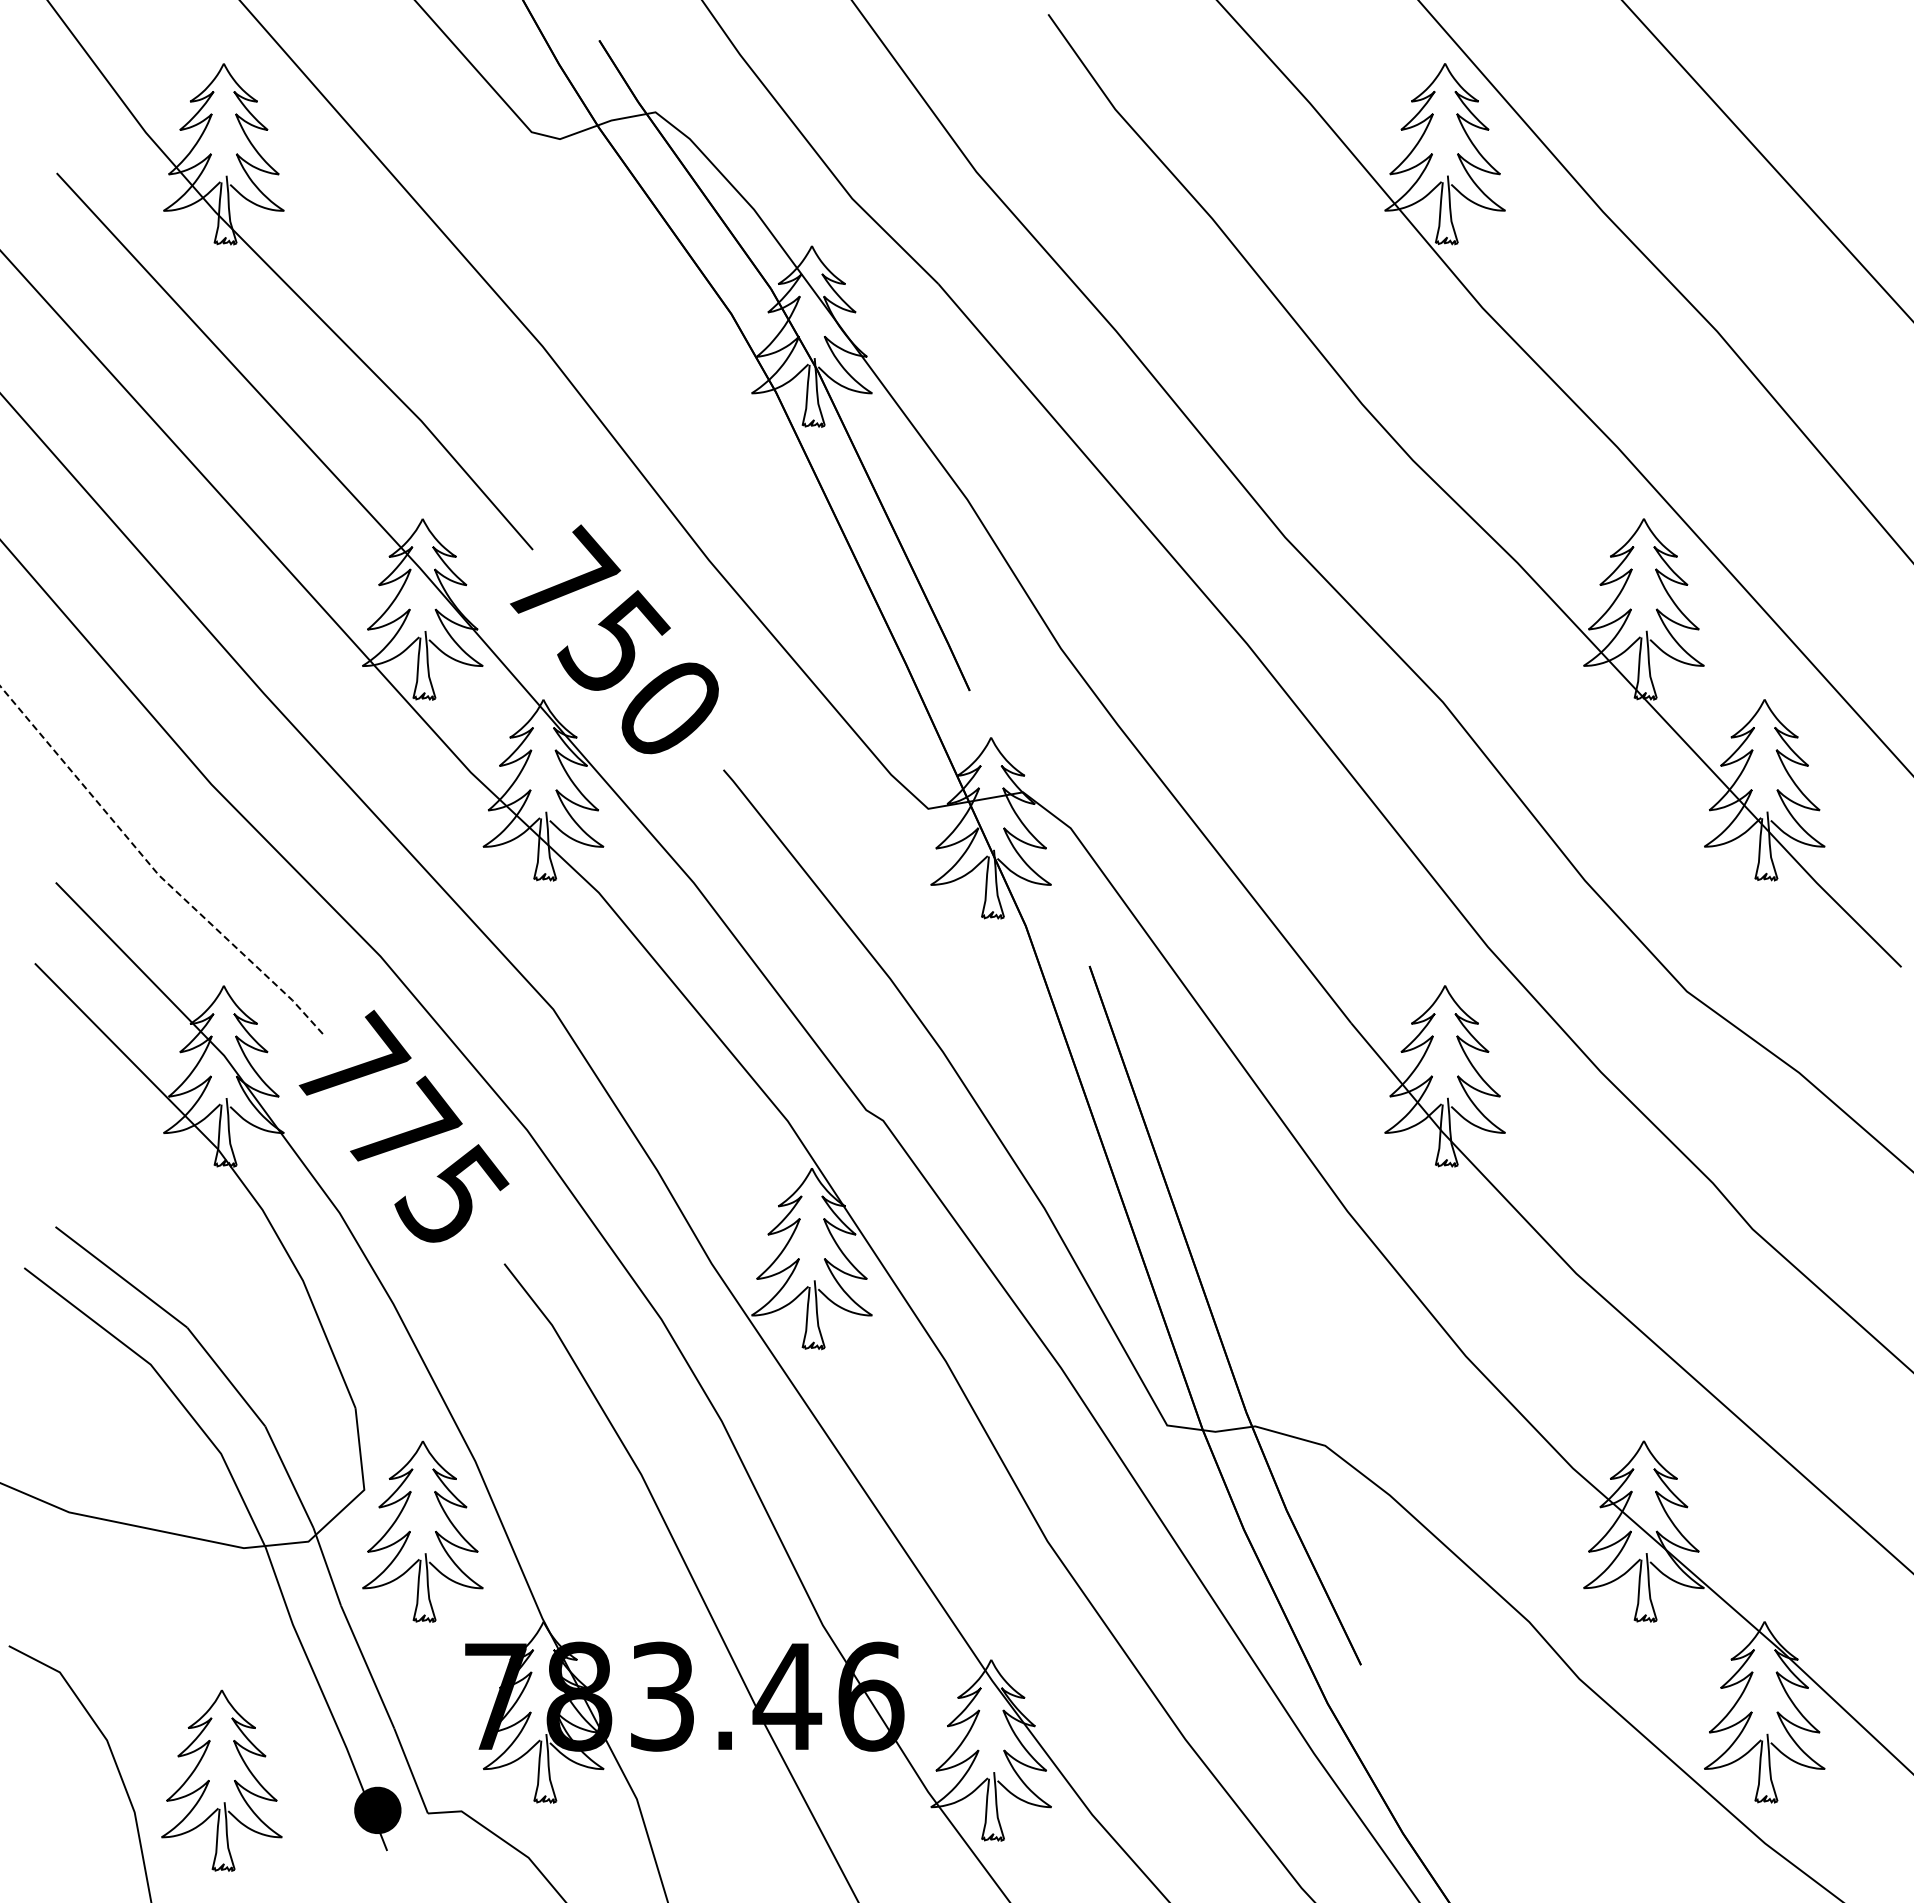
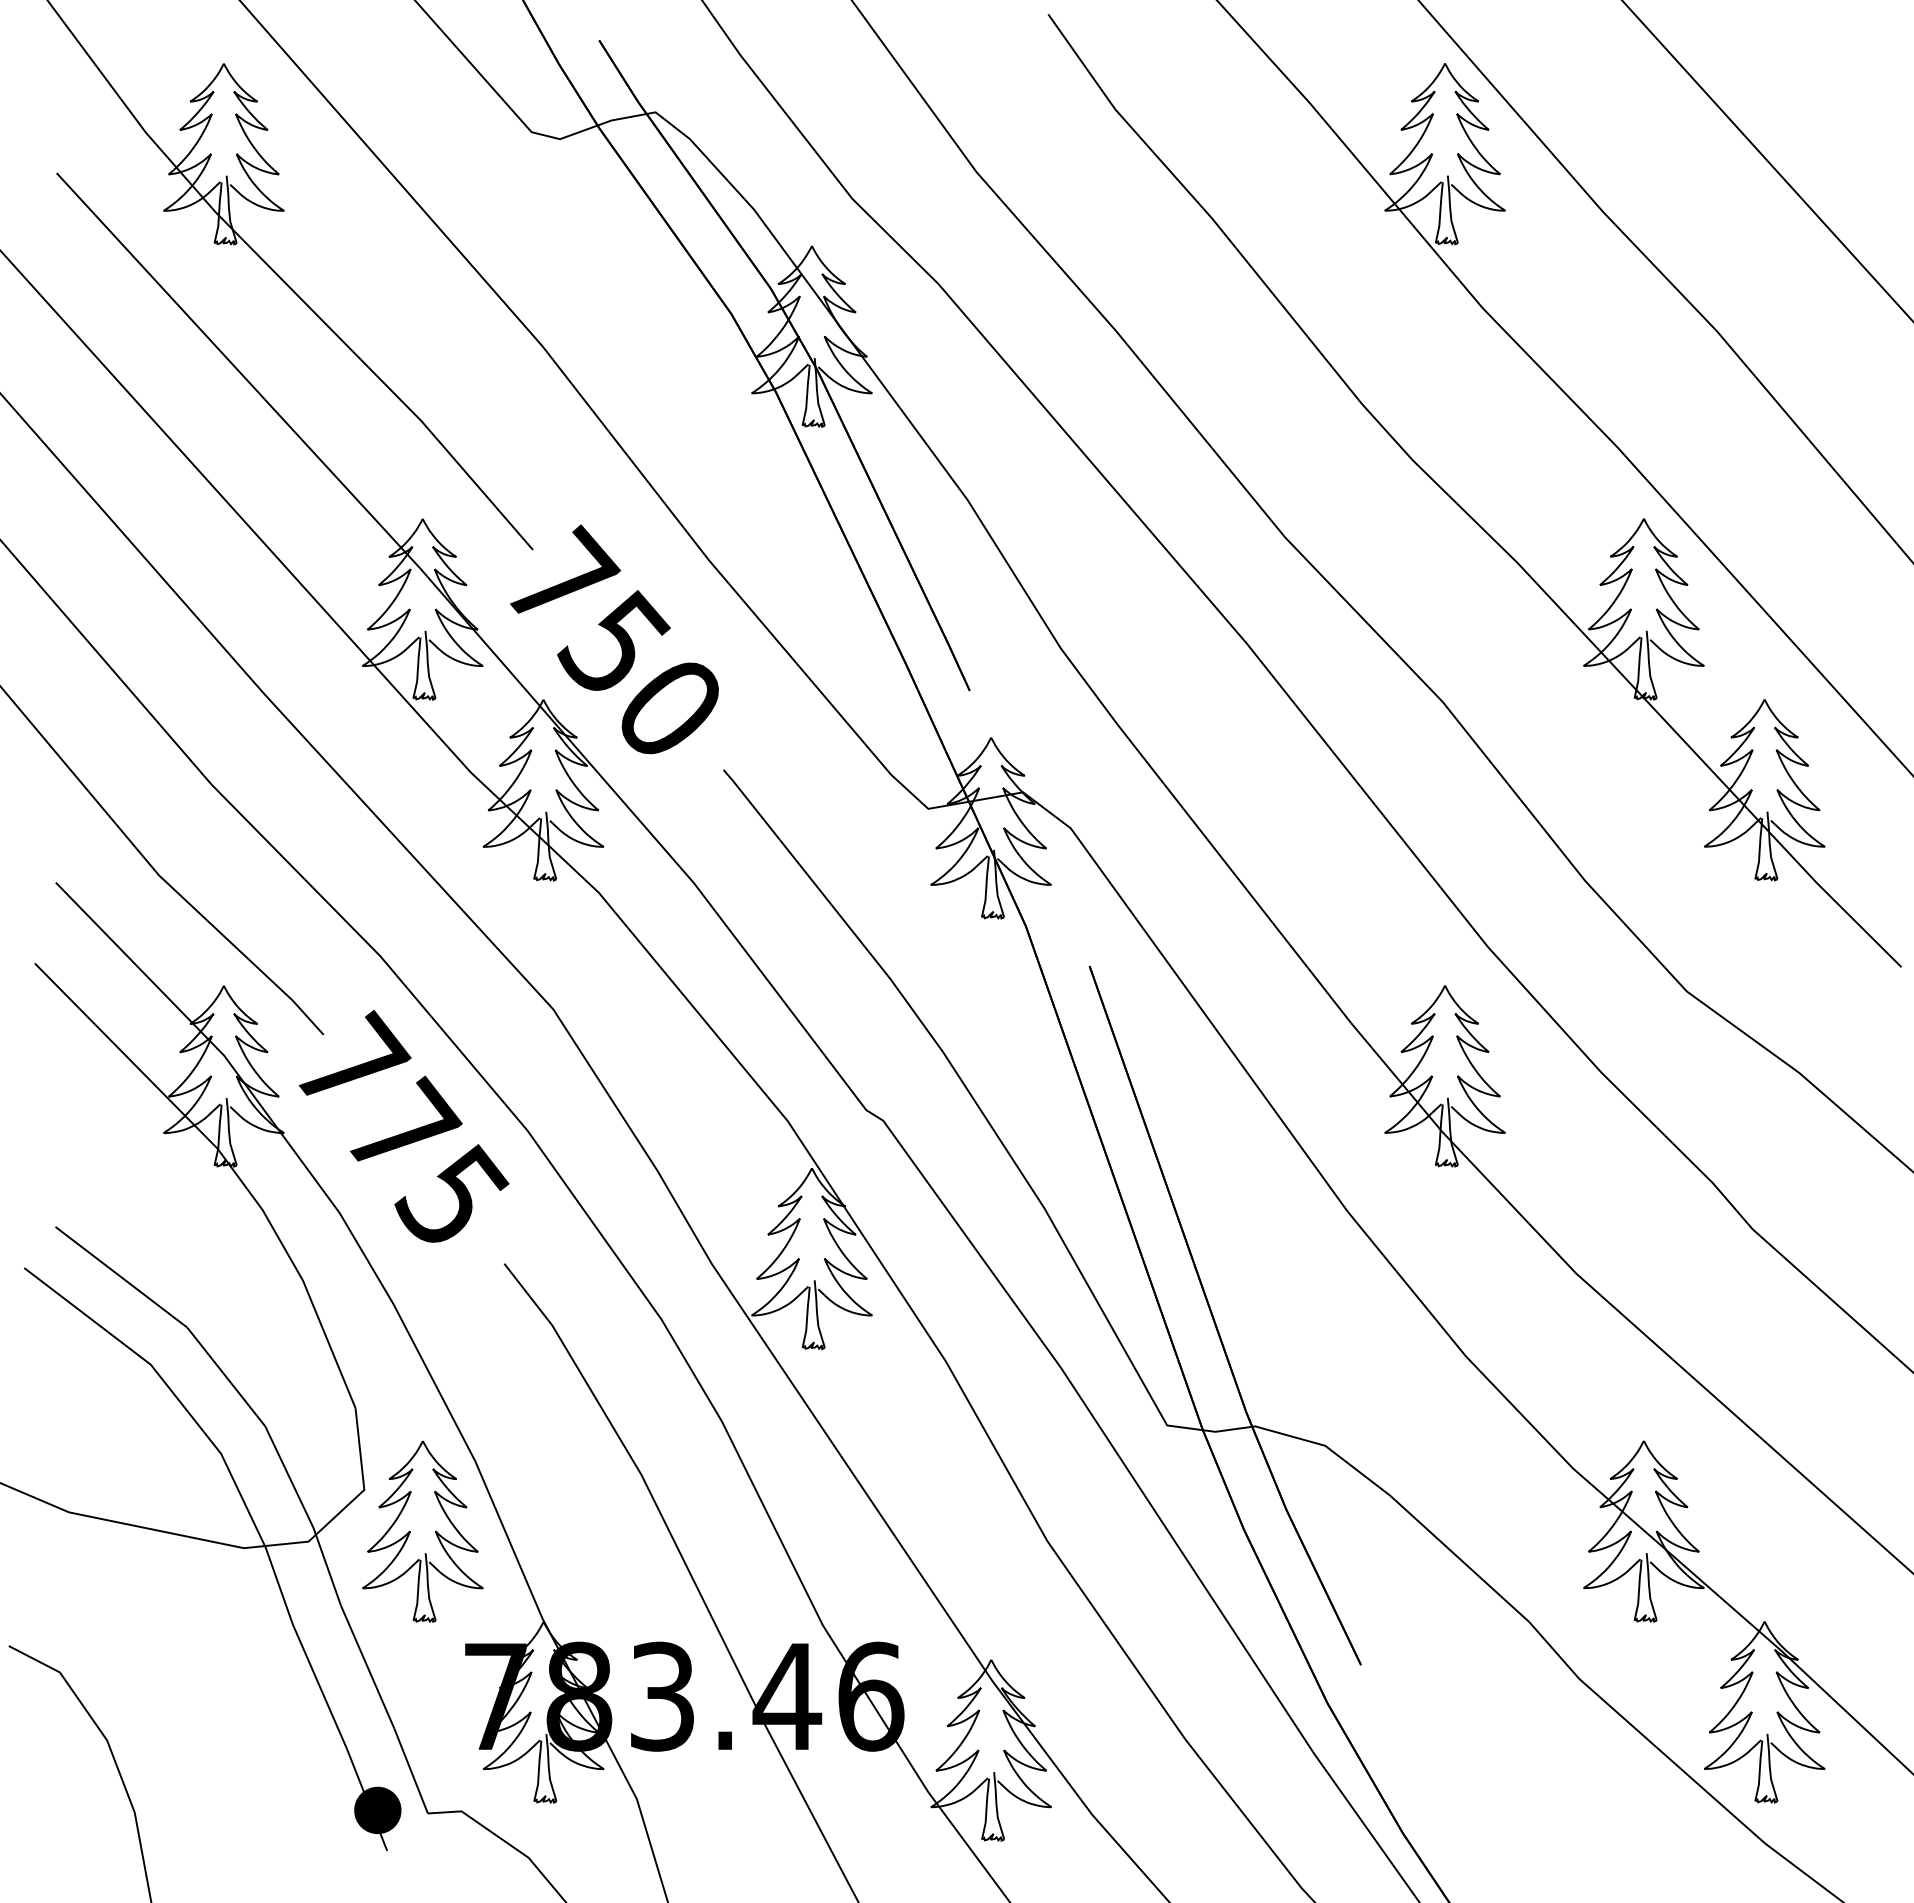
line at (154, 869): dashed -> solid
part at (221, 1780): present -> none
